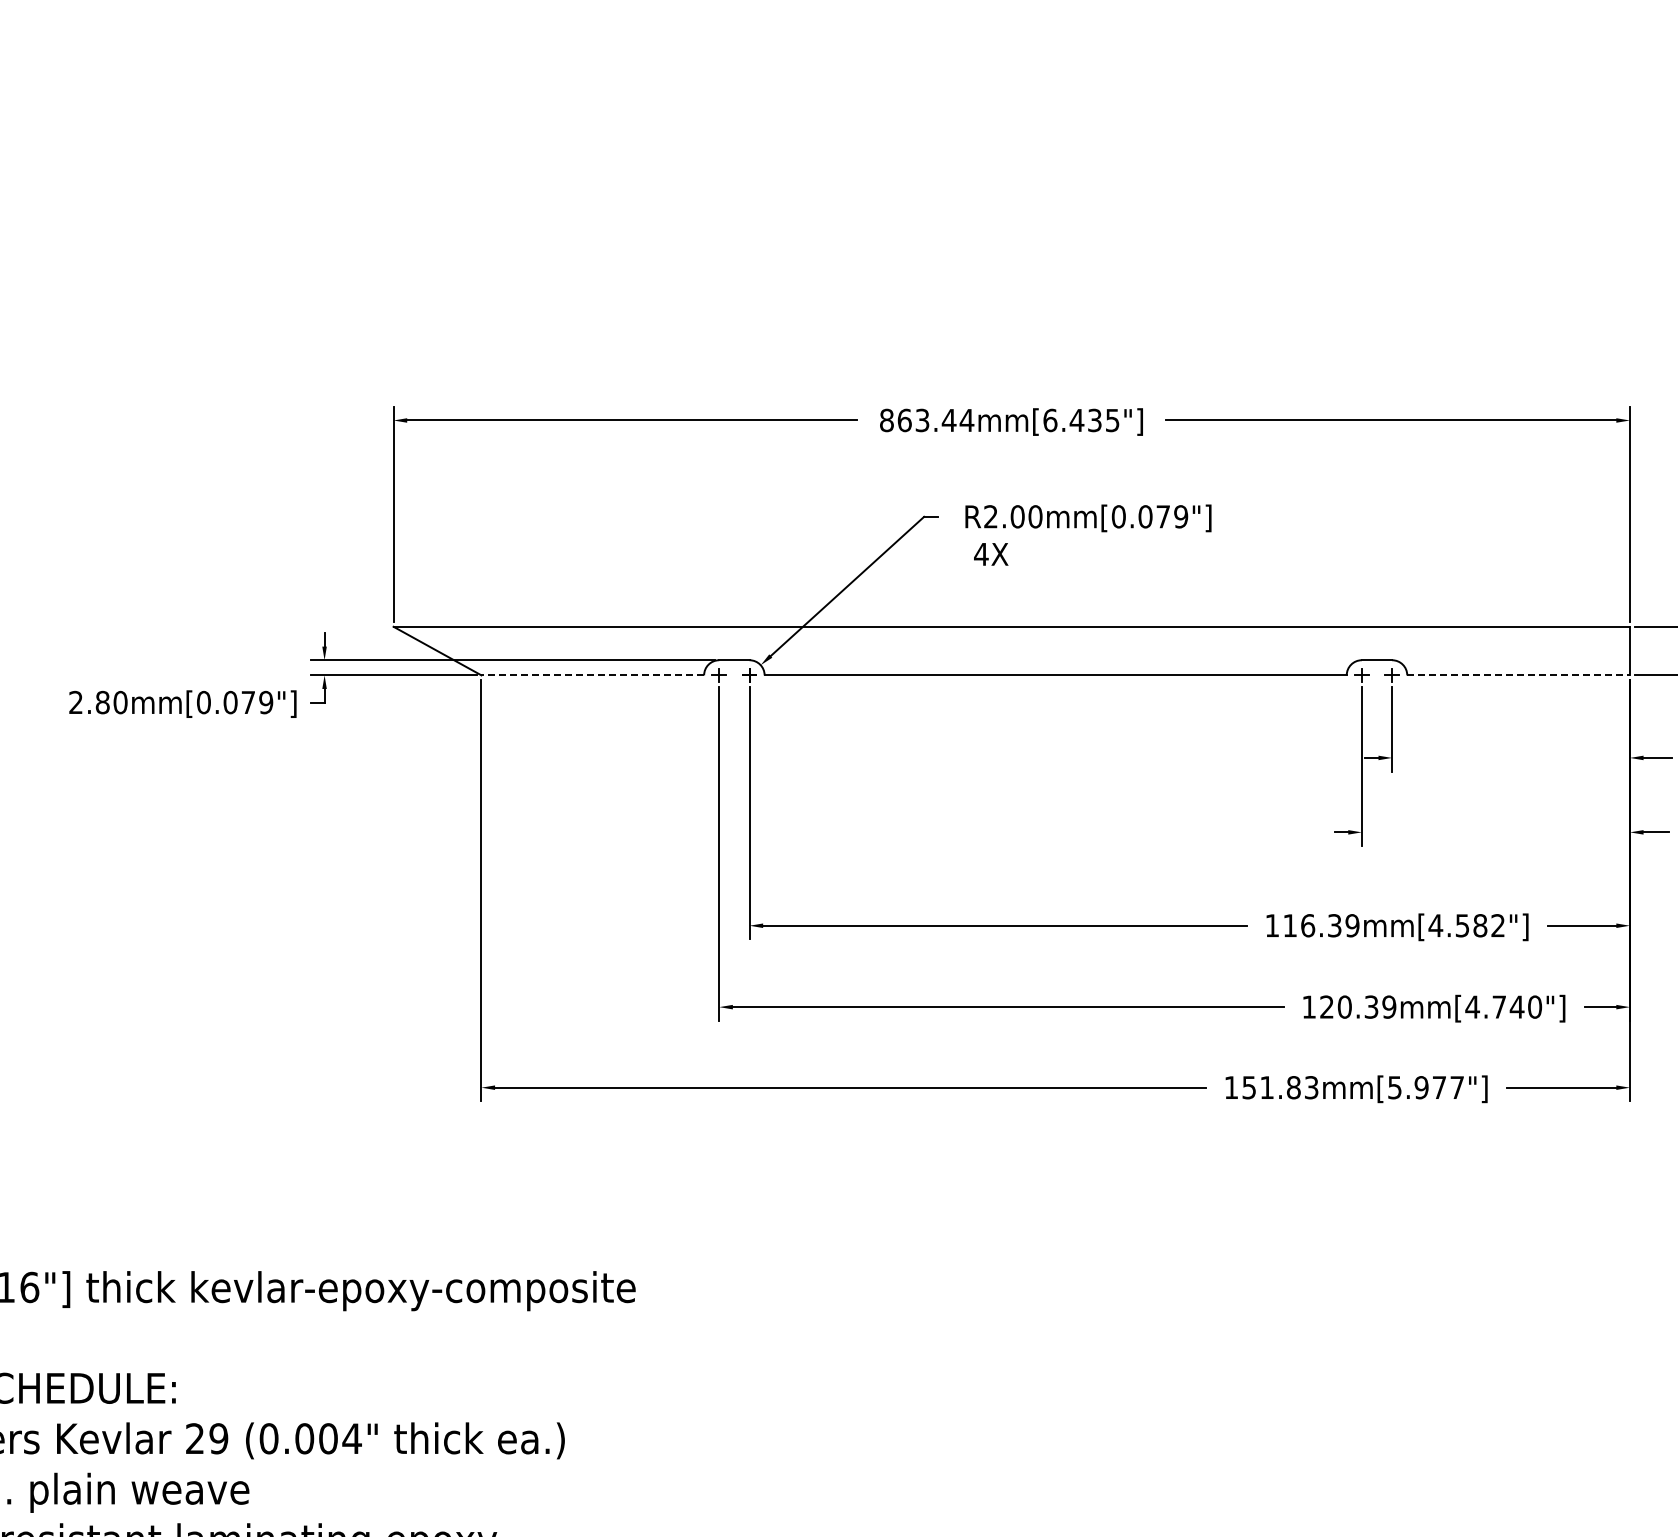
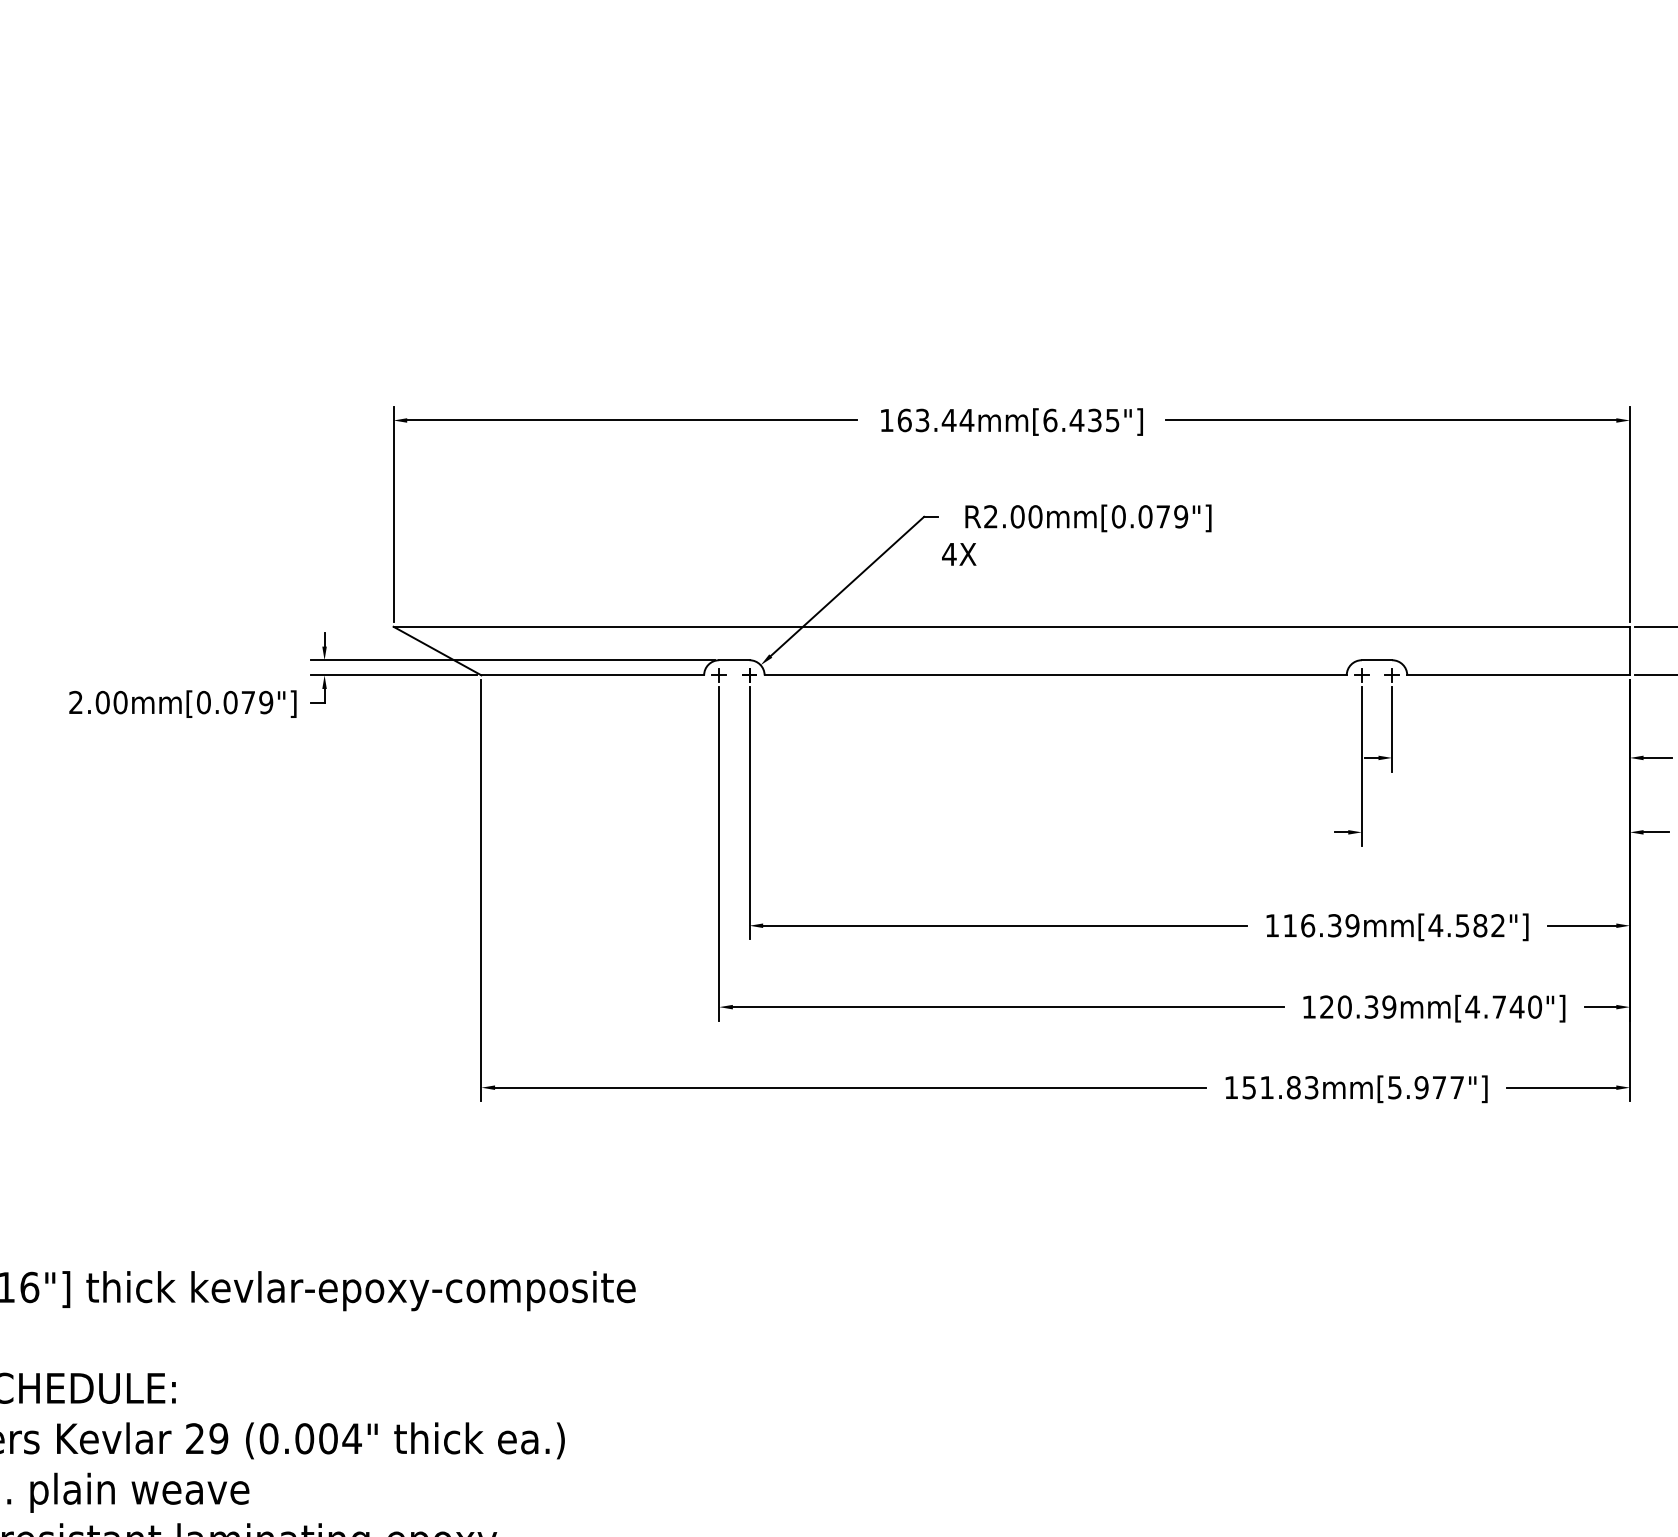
text at (886, 420): 863.44mm[6.435"] -> 163.44mm[6.435"]
text at (991, 554) position: (991, 554) -> (959, 554)
line at (592, 675): dashed -> solid
line at (1519, 675): dashed -> solid
text at (102, 702): 2.80mm[0.079"] -> 2.00mm[0.079"]
